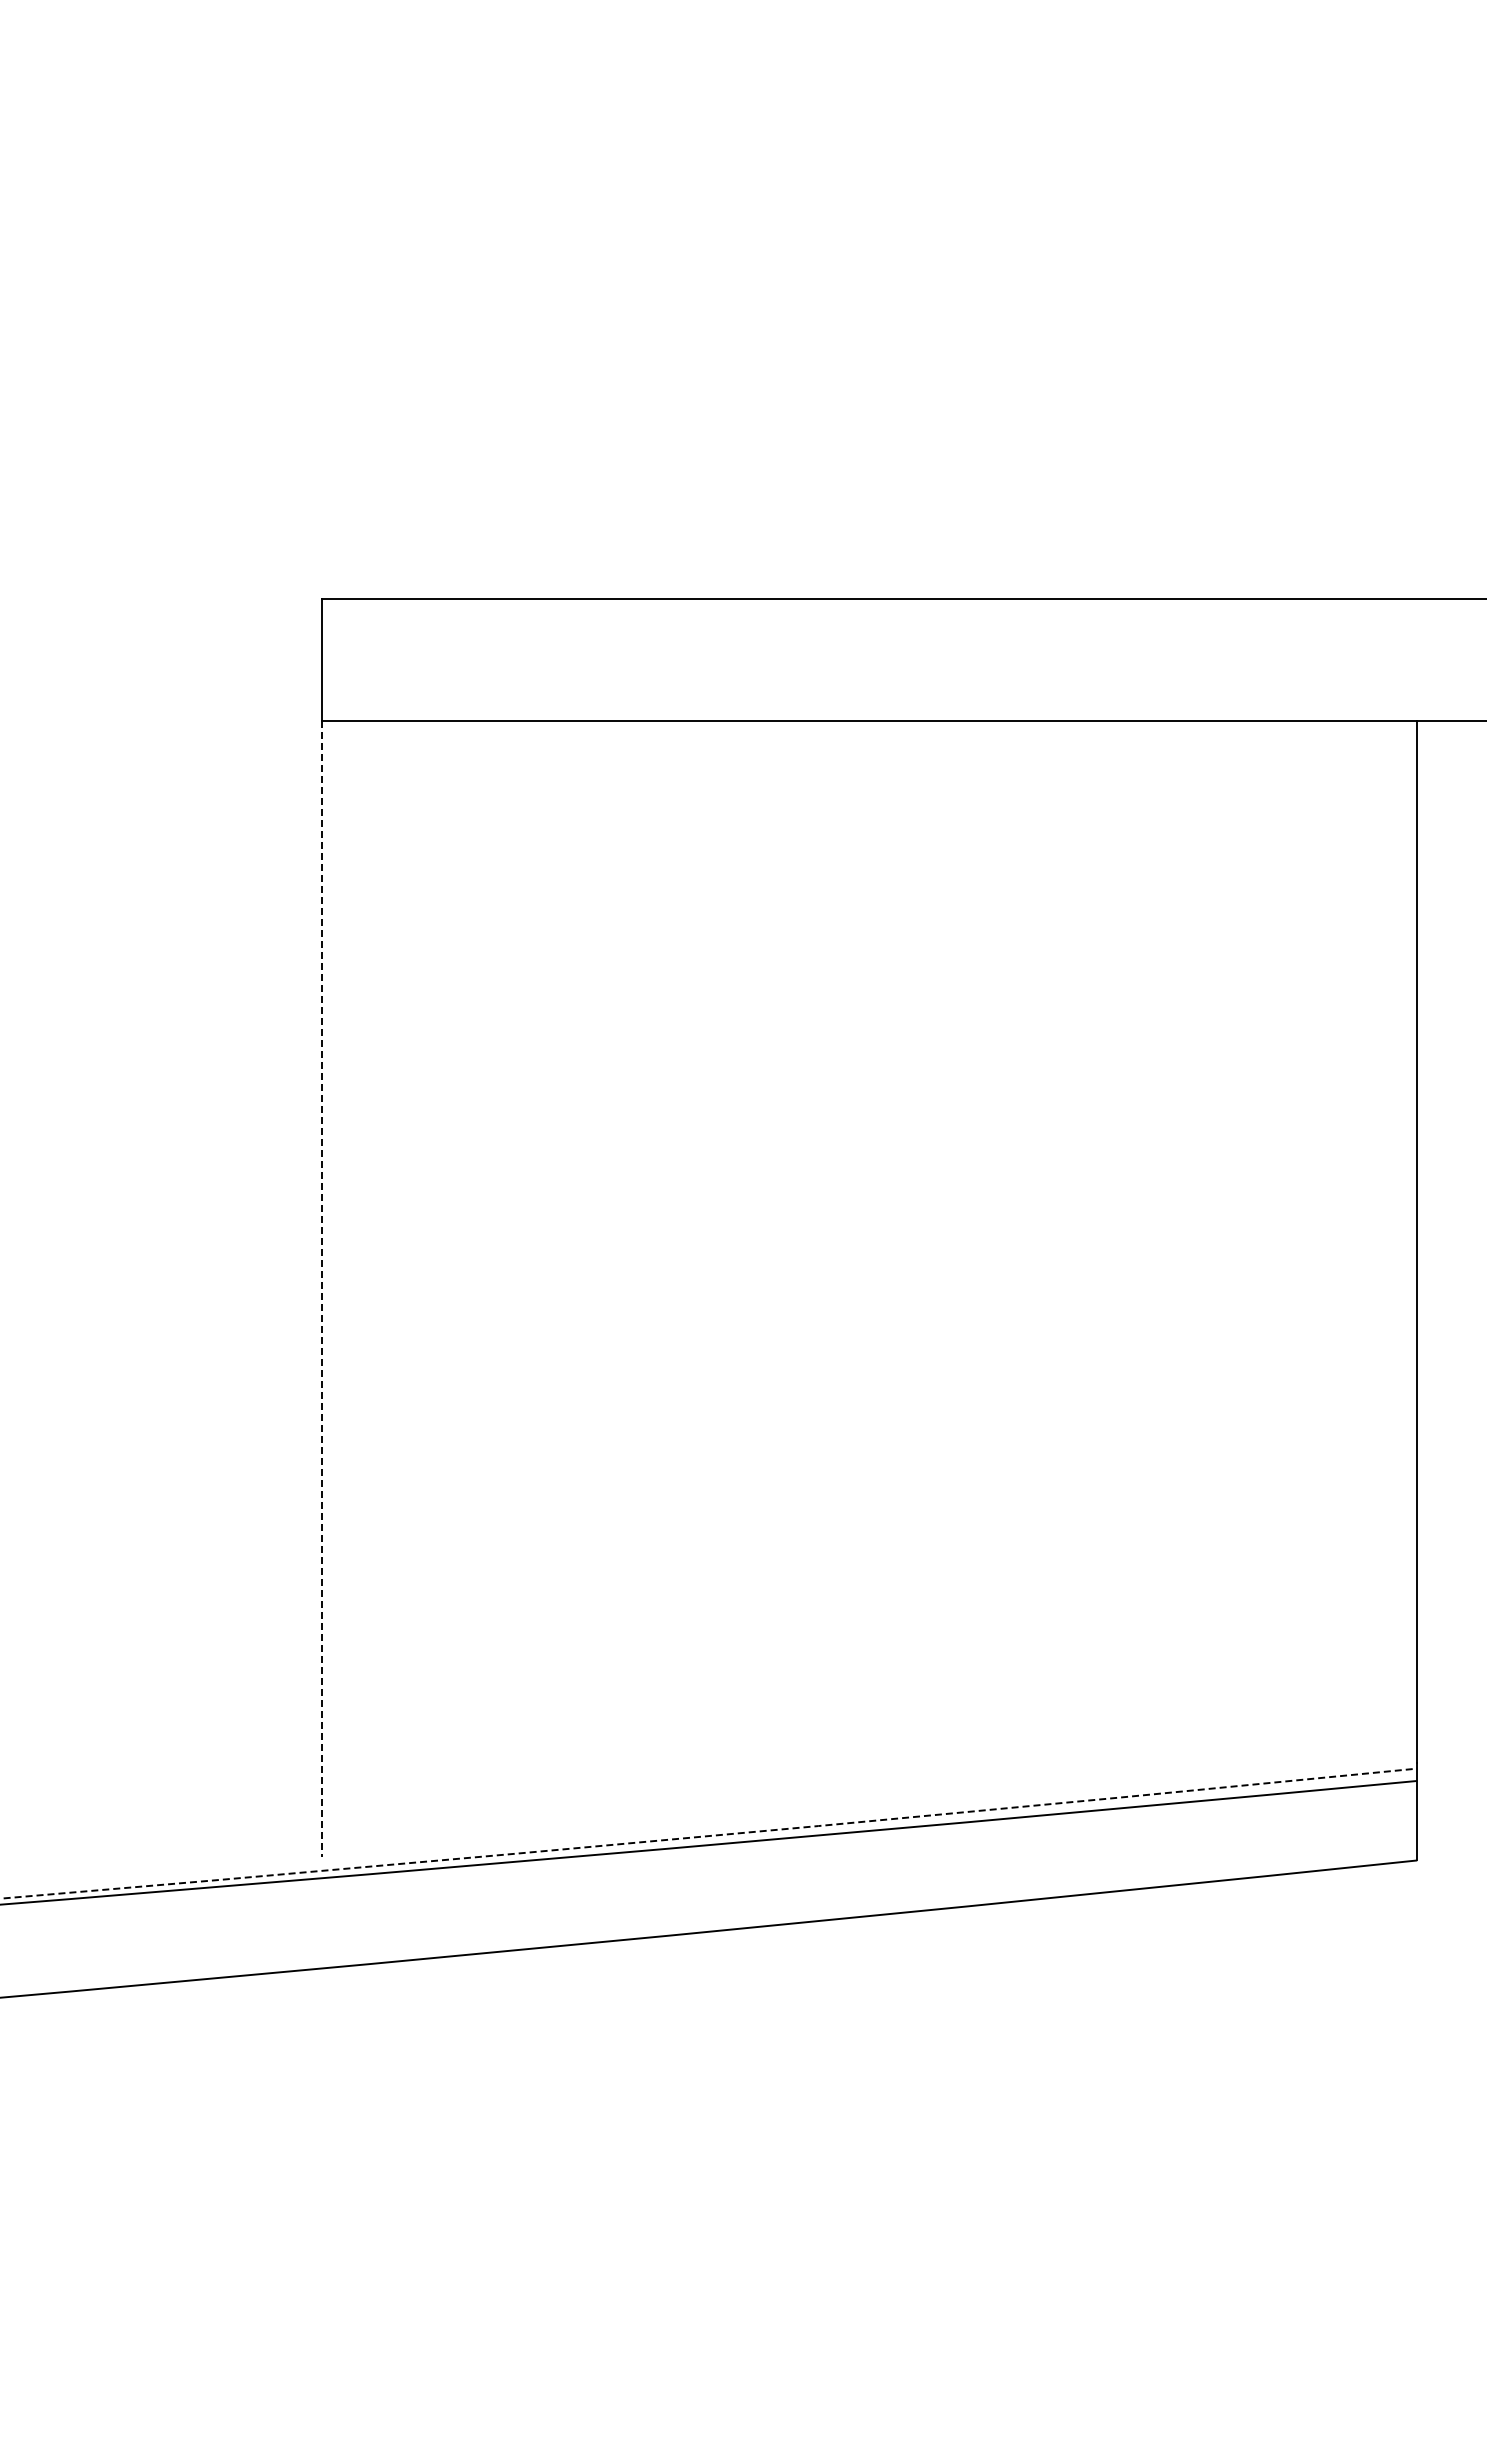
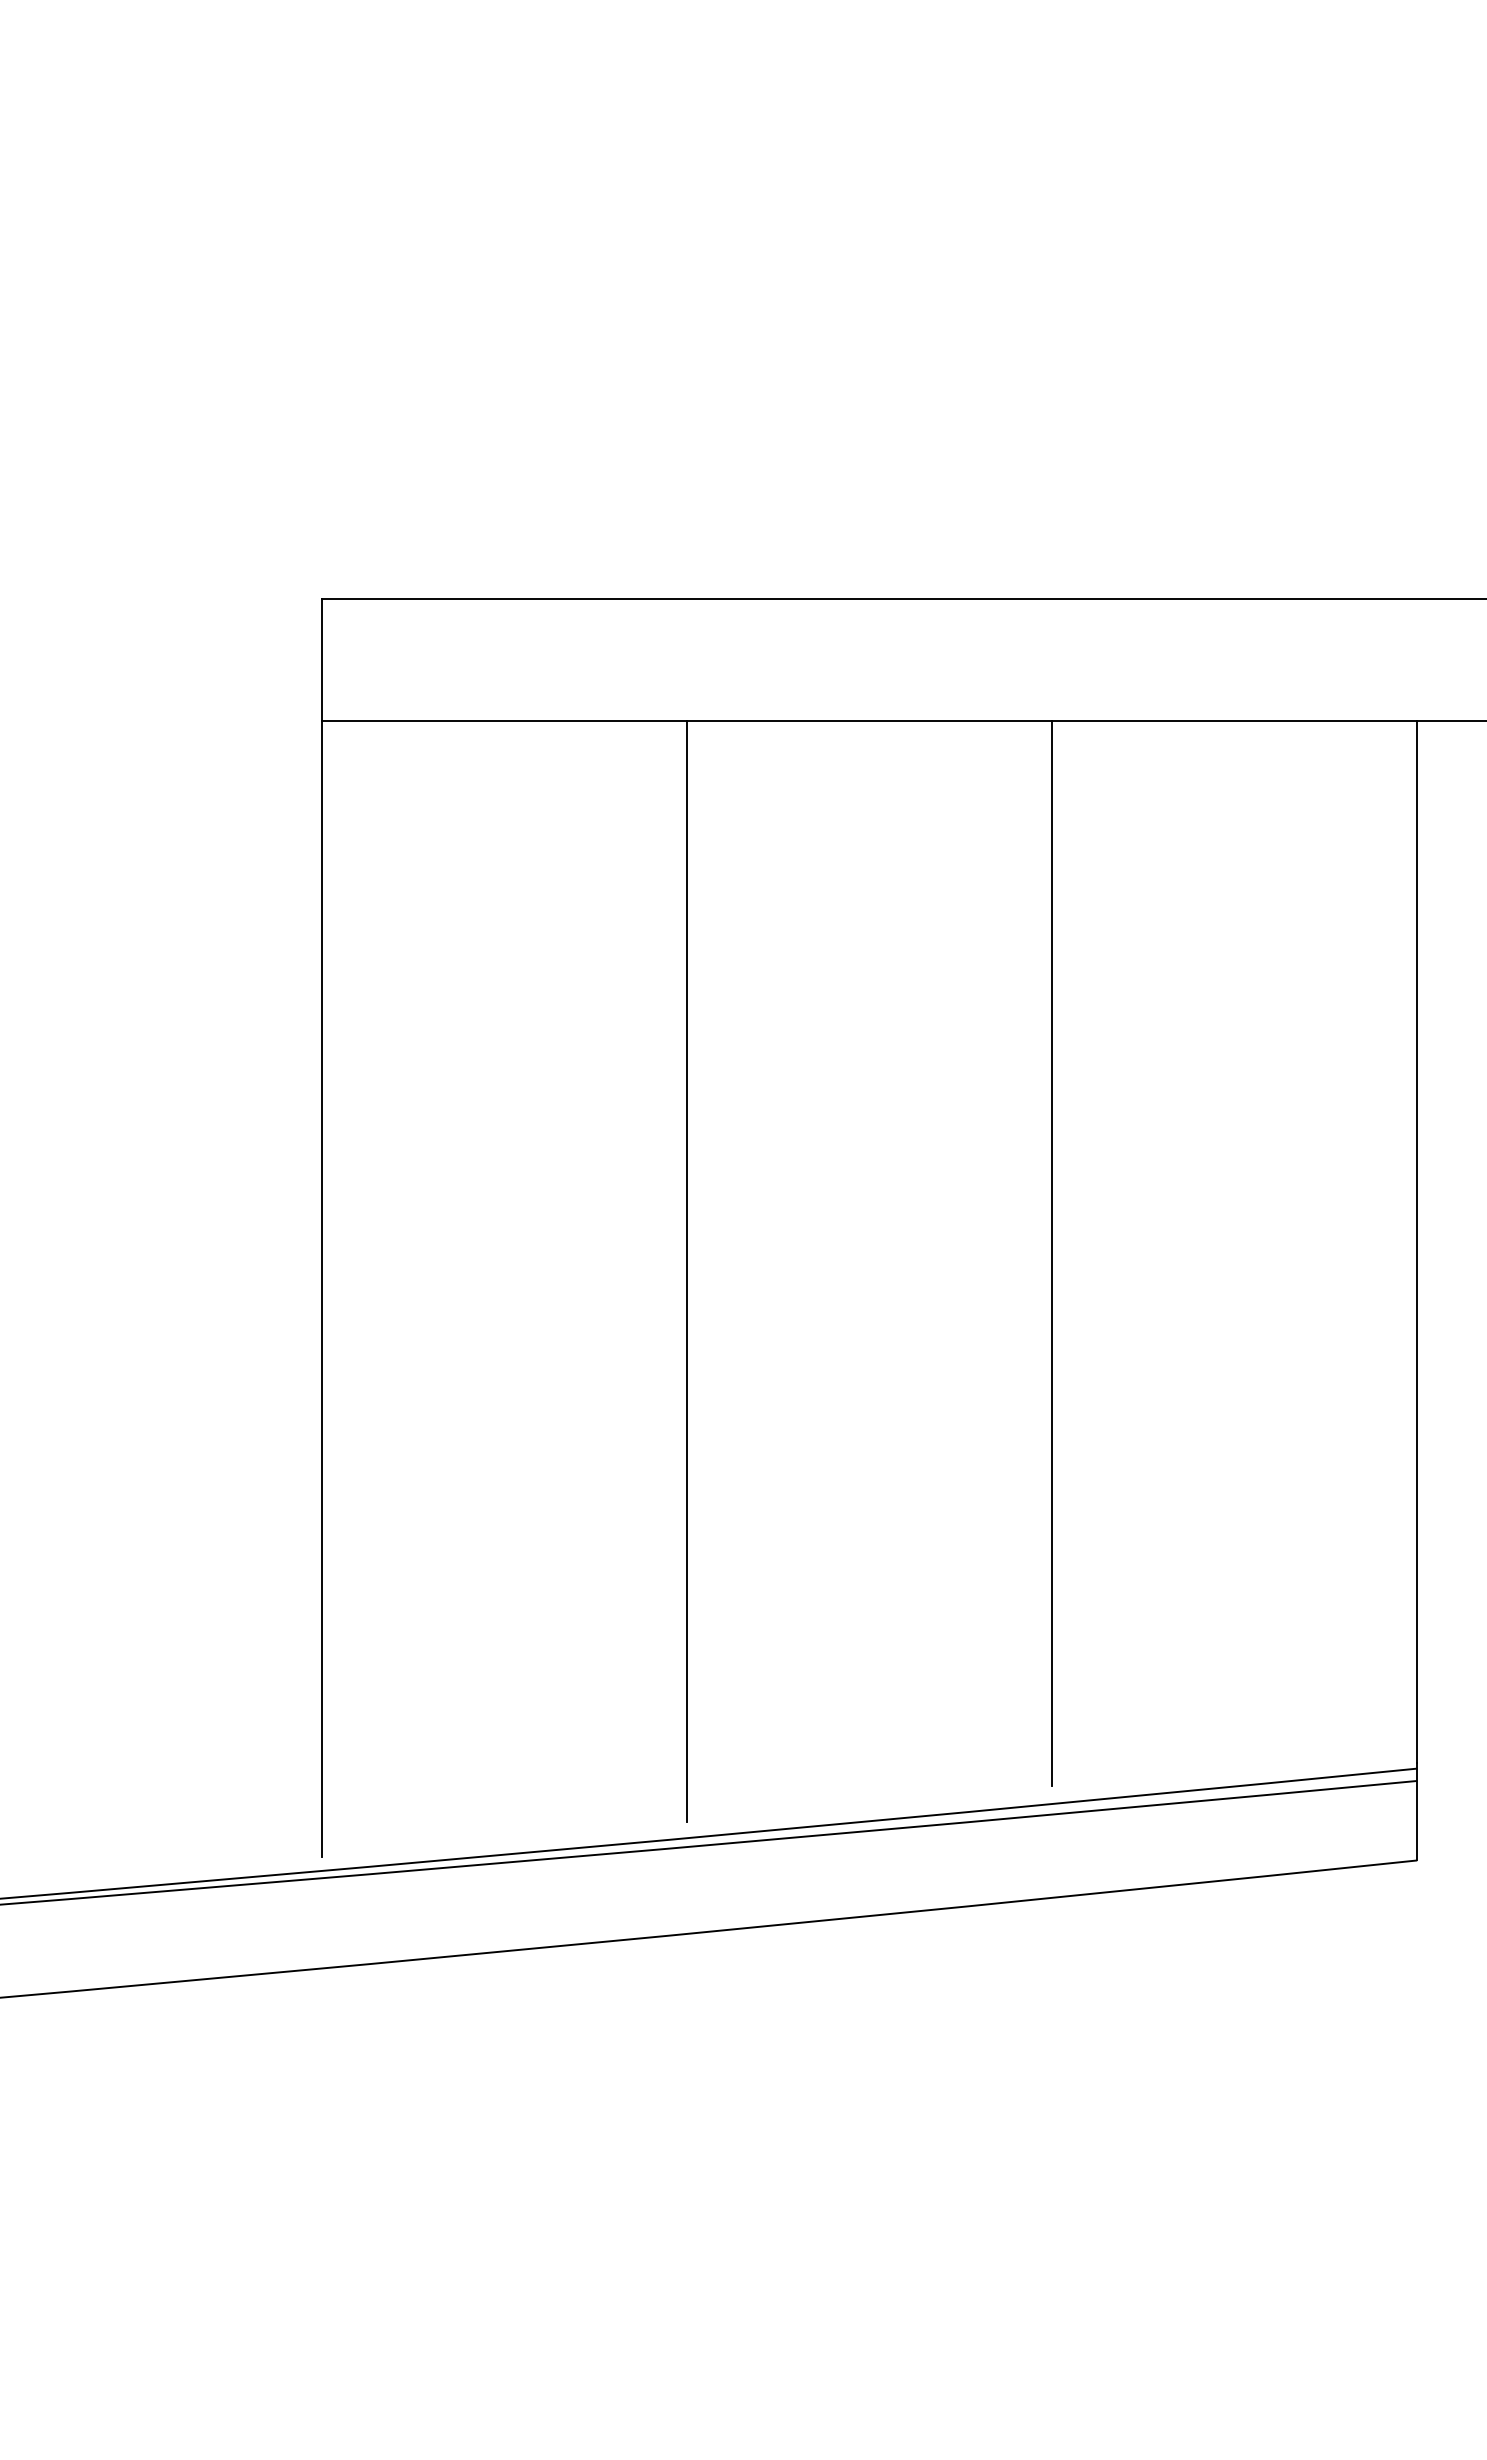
line at (1052, 1253): none -> present
line at (686, 1271): none -> present
line at (321, 1289): dashed -> solid
arc at (709, 1835): dashed -> solid
